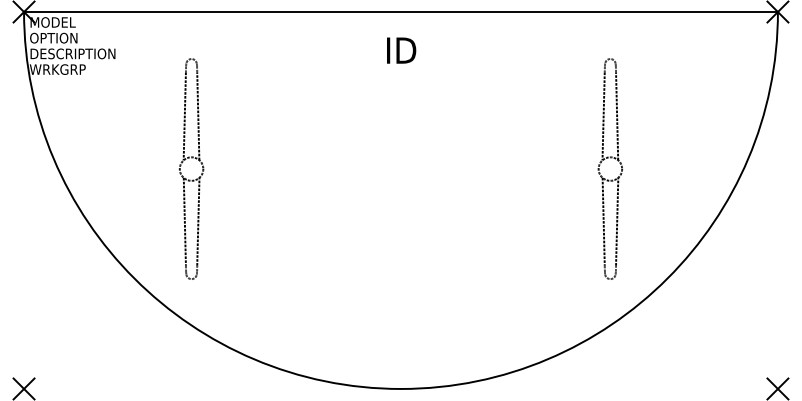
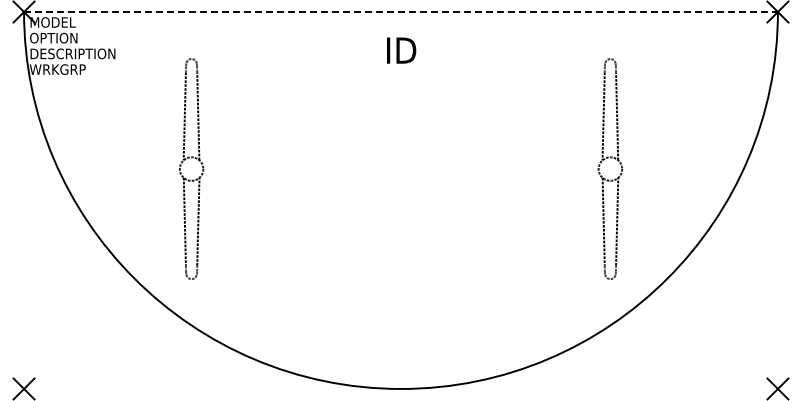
line at (401, 12): solid -> dashed
